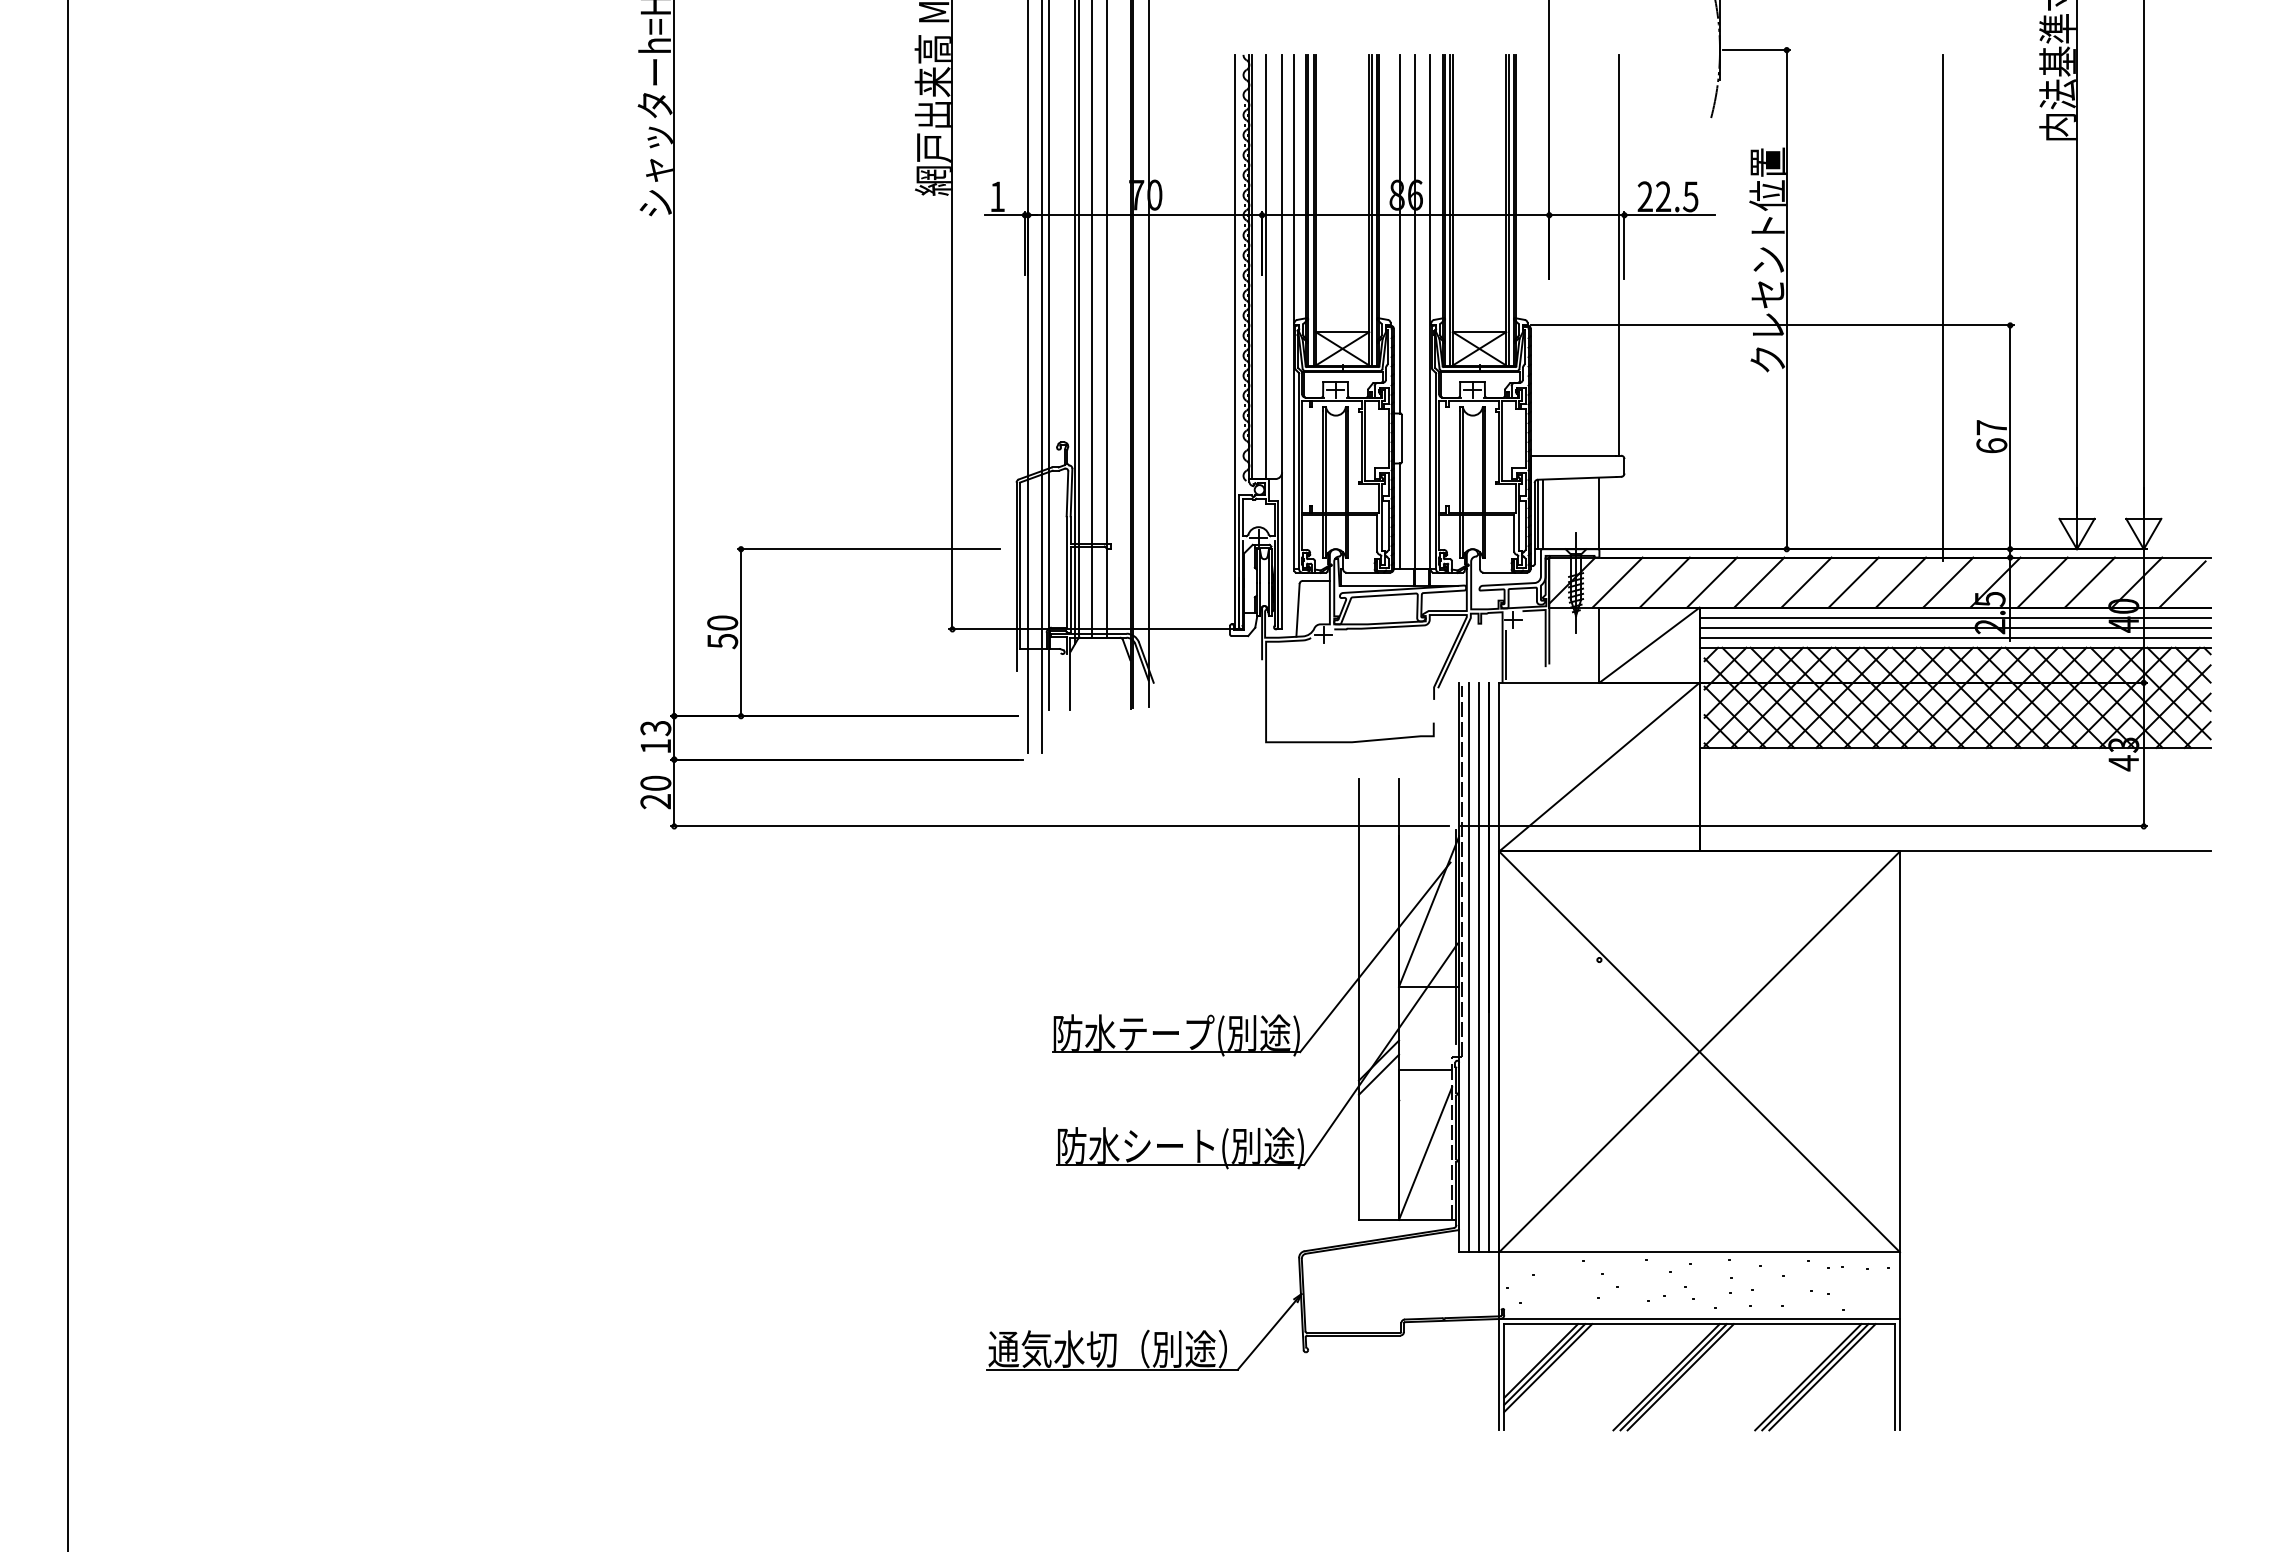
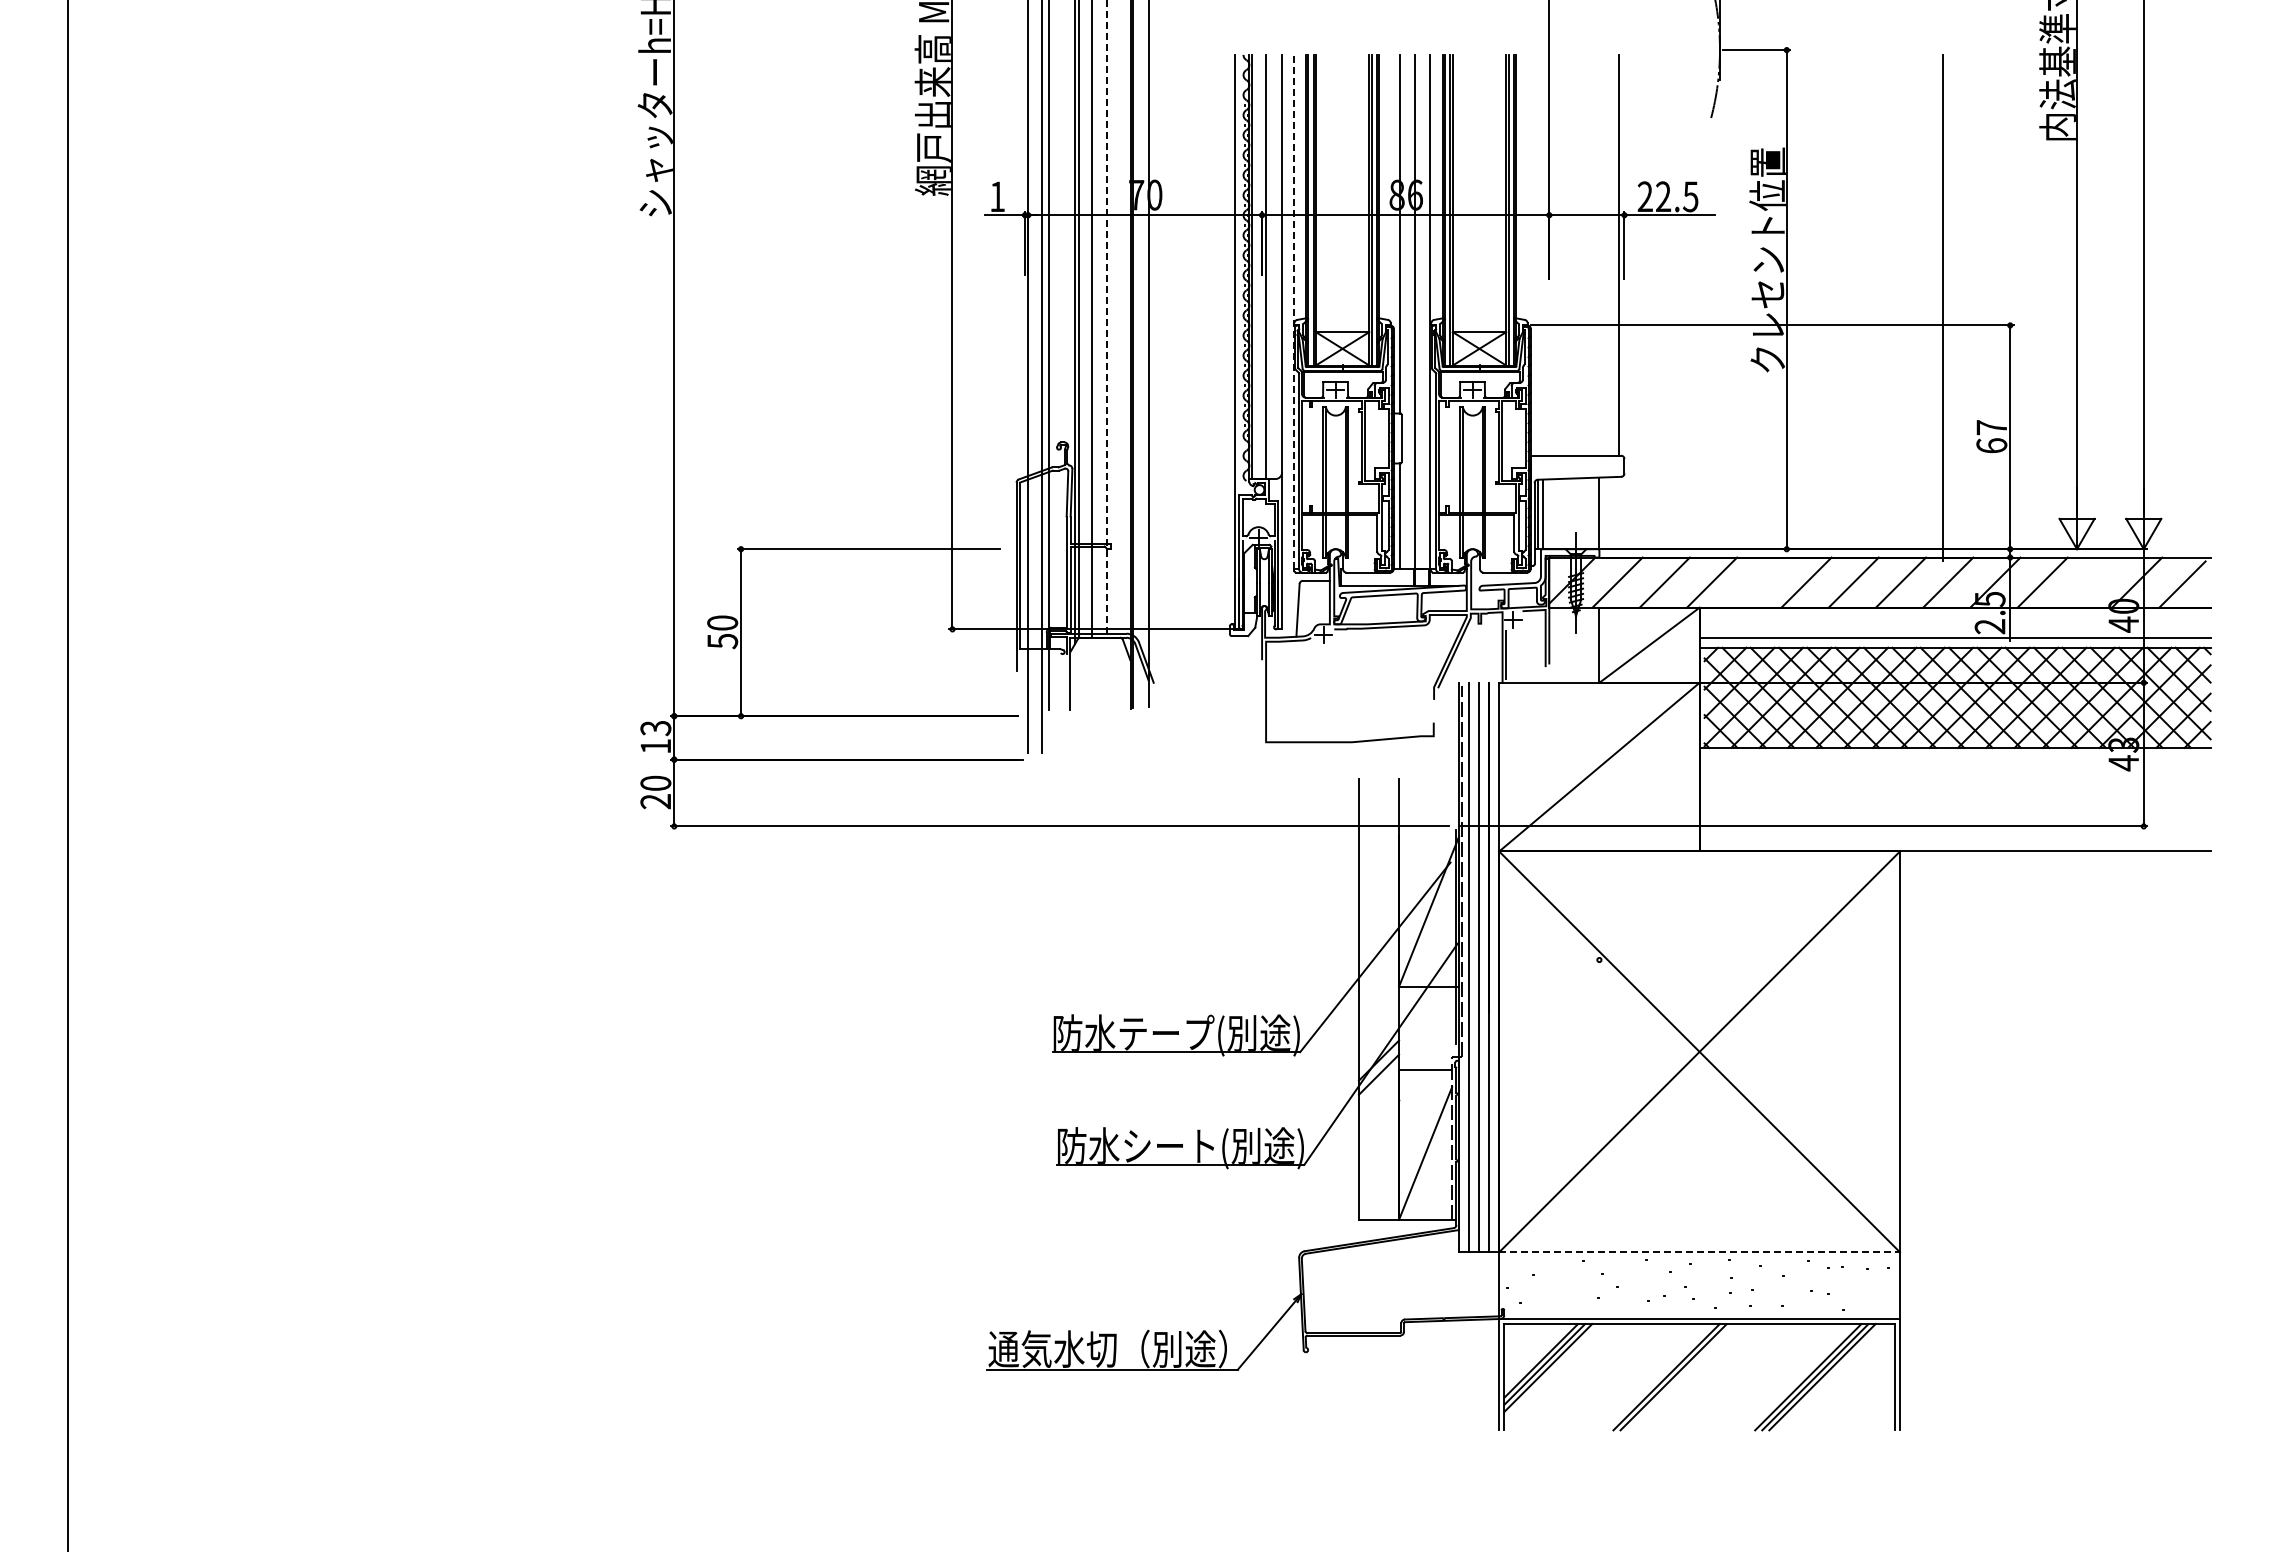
line at (1293, 311): solid -> dashed
line at (1107, 319): solid -> dashed
line at (1759, 582): present -> none
line at (2089, 582): present -> none
line at (1954, 617): present -> none
line at (1954, 627): present -> none
line at (1700, 1252): solid -> dashed
line at (1680, 1377): present -> none
